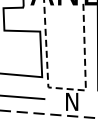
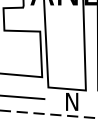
line at (69, 89): dashed -> solid
